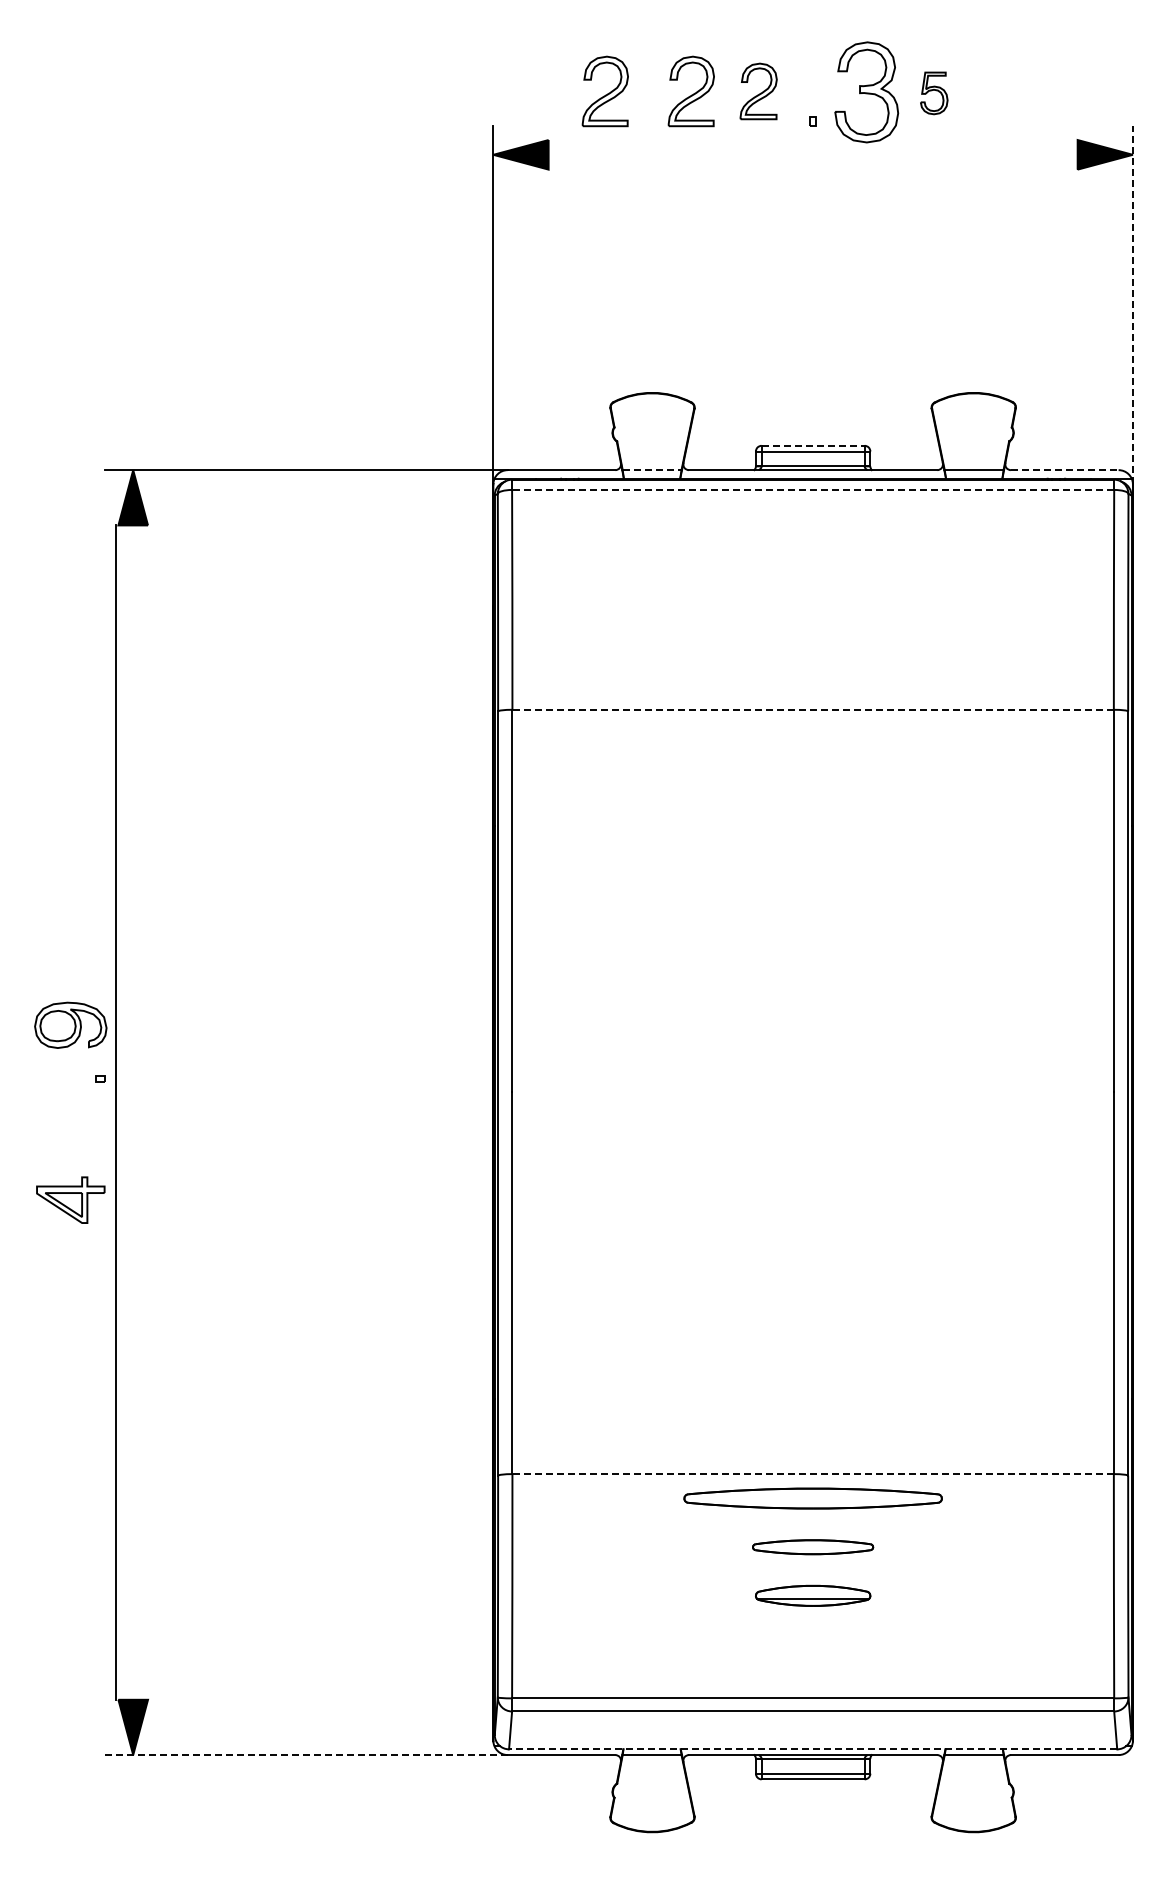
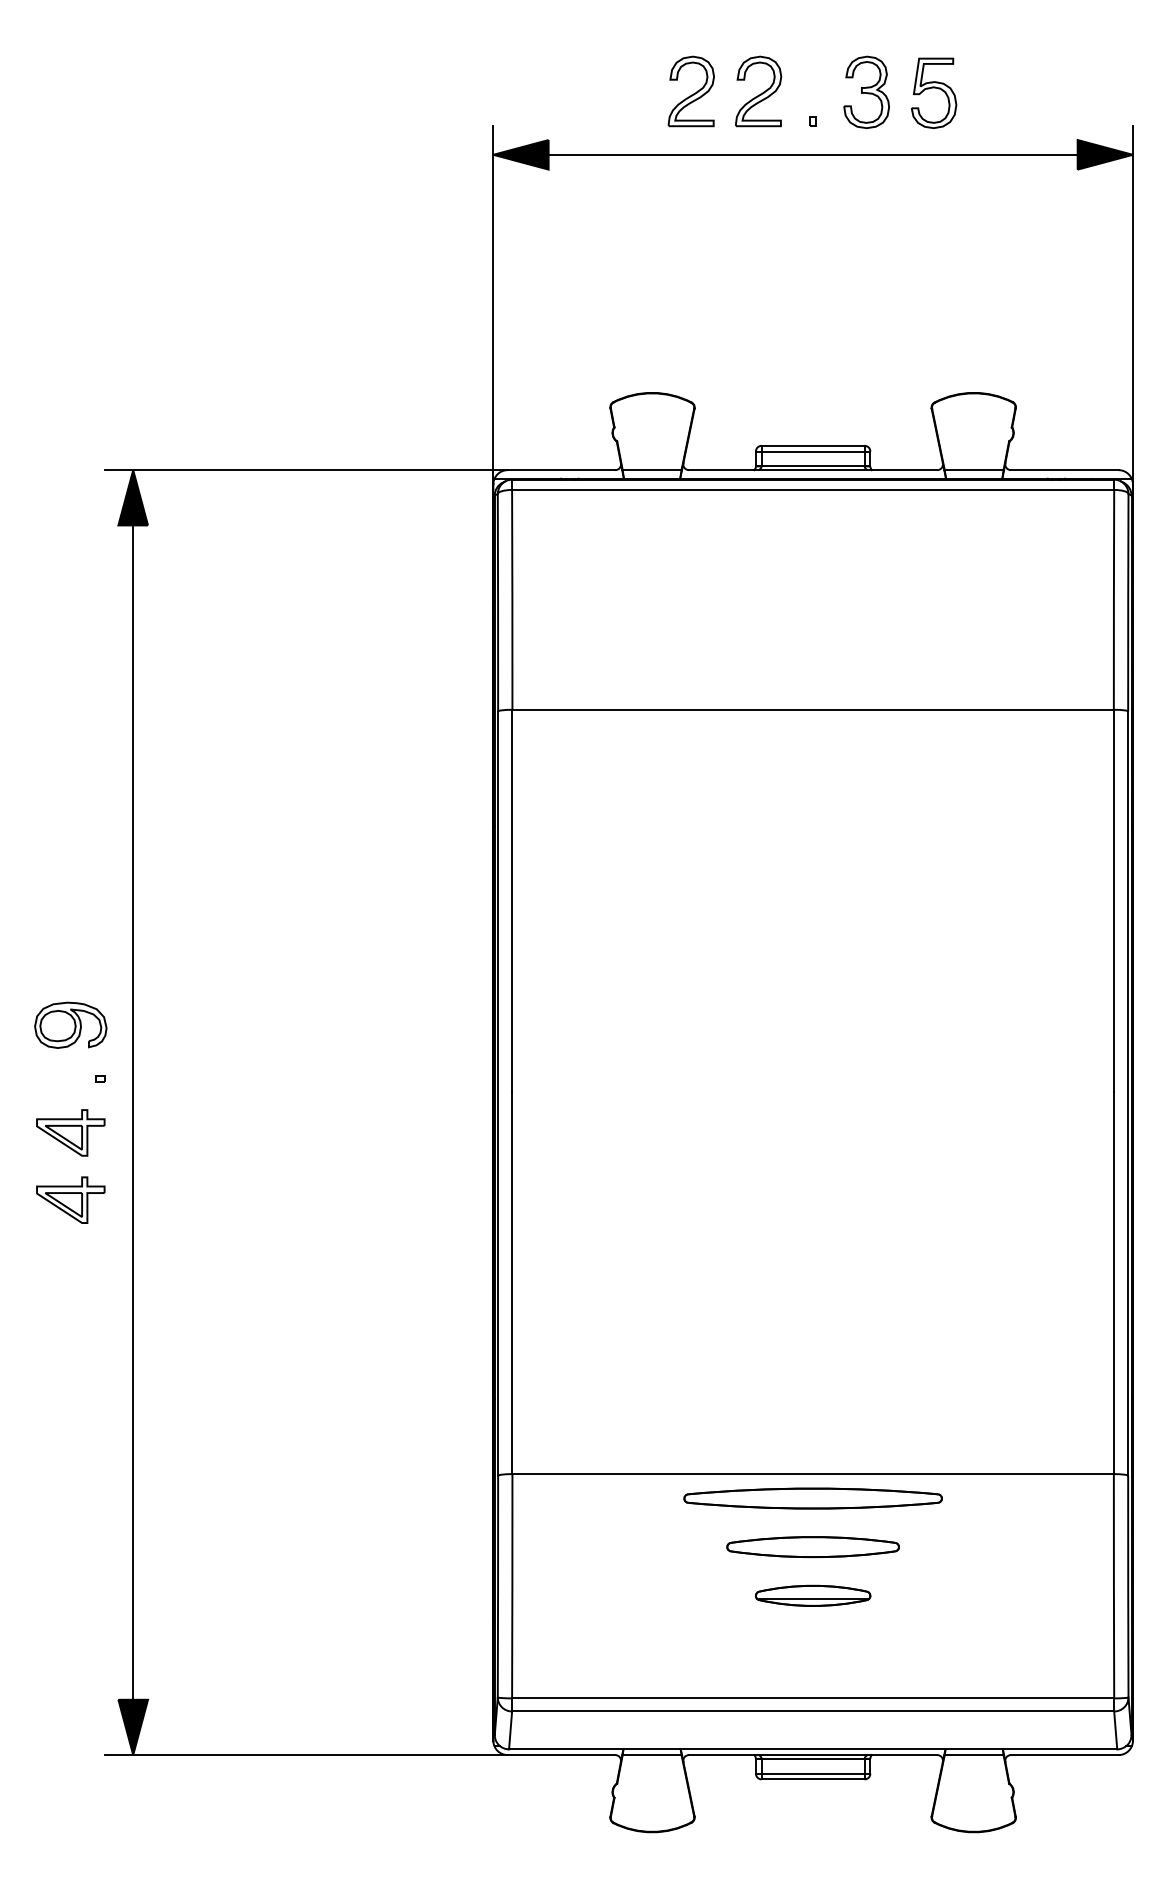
part at (604, 91): present -> none
part at (758, 91) size: 39x59 px -> 48x73 px
part at (866, 92) size: 66x103 px -> 47x75 px
part at (934, 93) size: 29x45 px -> 47x73 px
line at (812, 154): none -> present
line at (1132, 304): dashed -> solid
line at (813, 445): dashed -> solid
line at (652, 470): dashed -> solid
line at (1064, 470): dashed -> solid
line at (812, 489): dashed -> solid
line at (813, 709): dashed -> solid
line at (116, 1112) position: (116, 1112) -> (133, 1112)
part at (70, 1132): none -> present
line at (813, 1474): dashed -> solid
part at (813, 1547) size: 123x17 px -> 174x23 px
line at (812, 1749): dashed -> solid
line at (306, 1755): dashed -> solid
